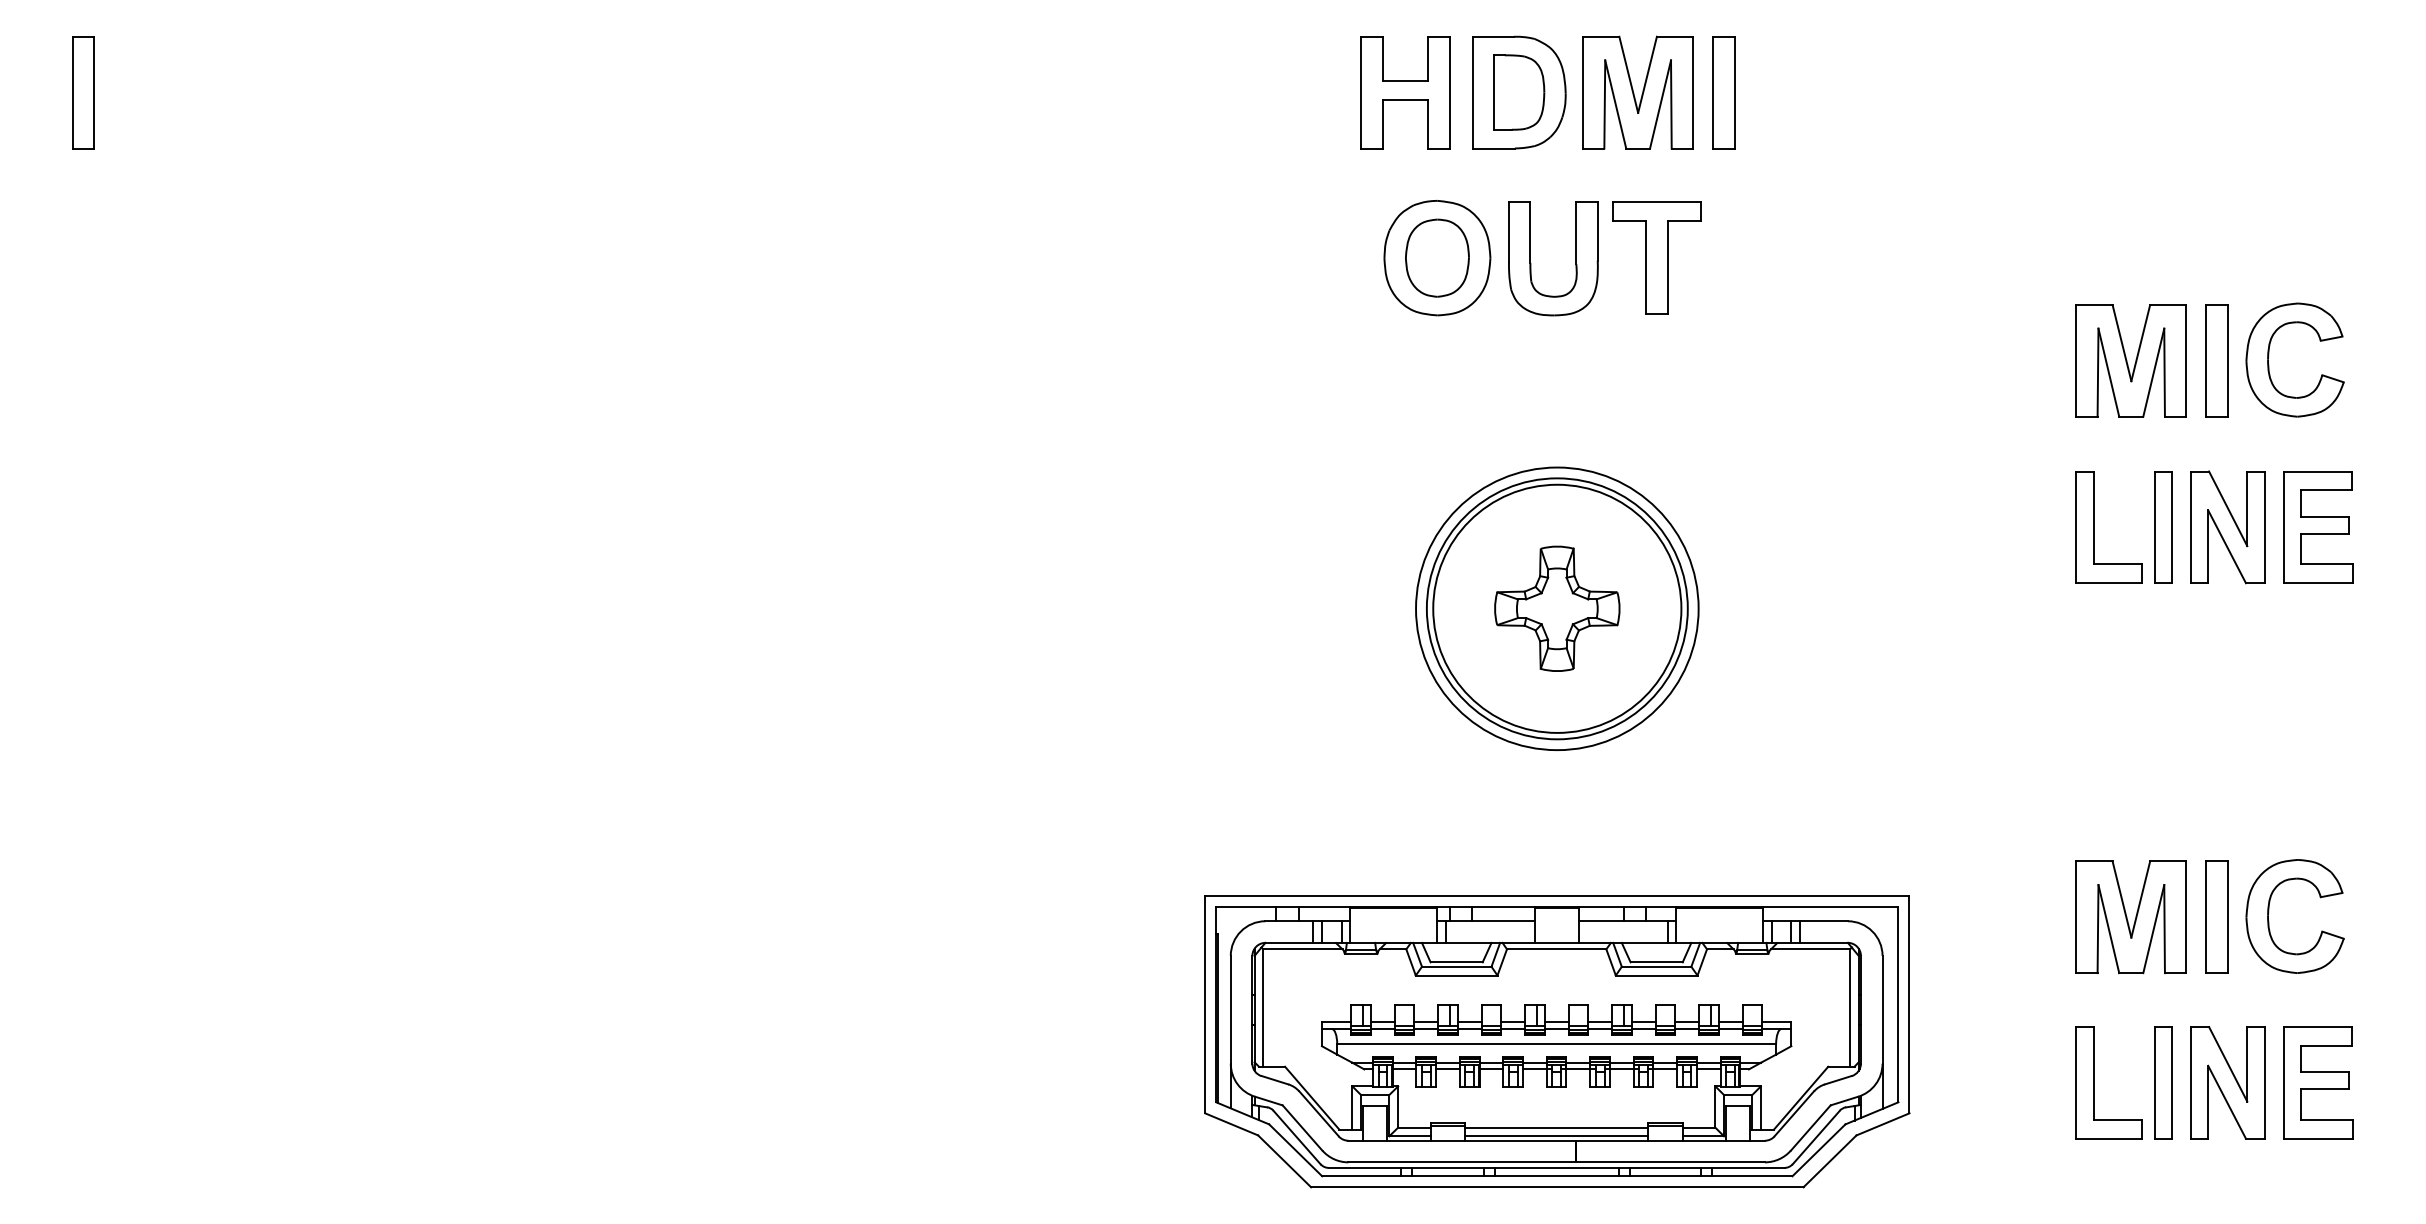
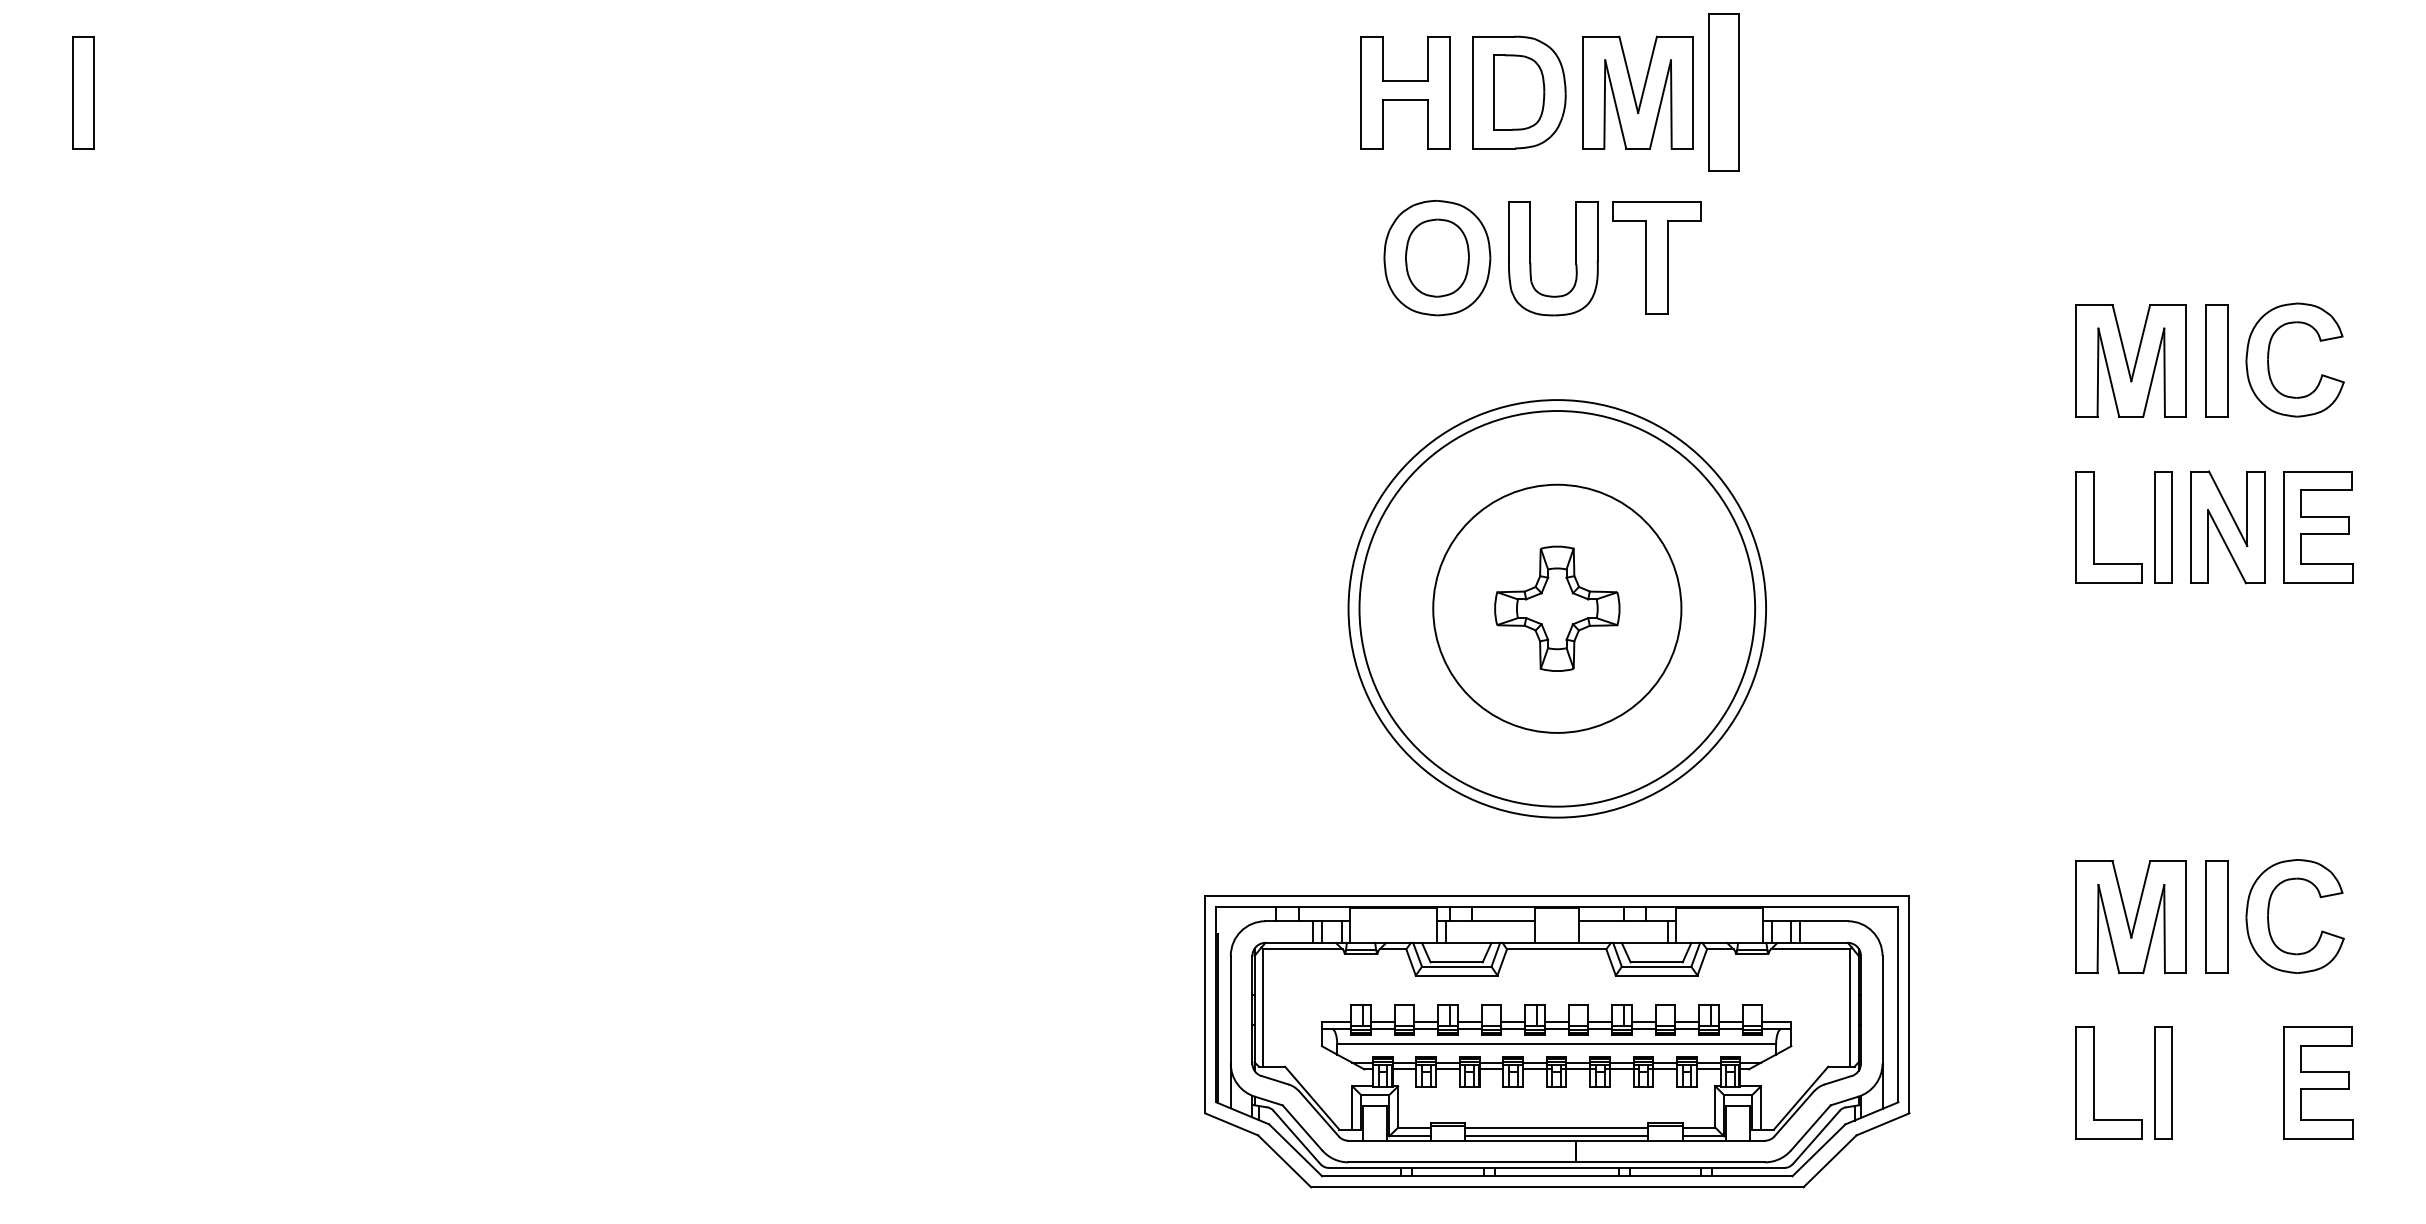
part at (1723, 92) size: 24x114 px -> 32x159 px
circle at (1556, 608) diameter: 261 px -> 418 px
circle at (1557, 608) diameter: 283 px -> 396 px
part at (2227, 1082): present -> none
